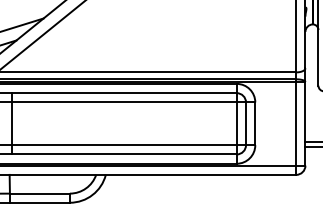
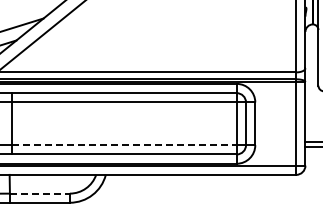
line at (124, 145): solid -> dashed
line at (39, 193): solid -> dashed
